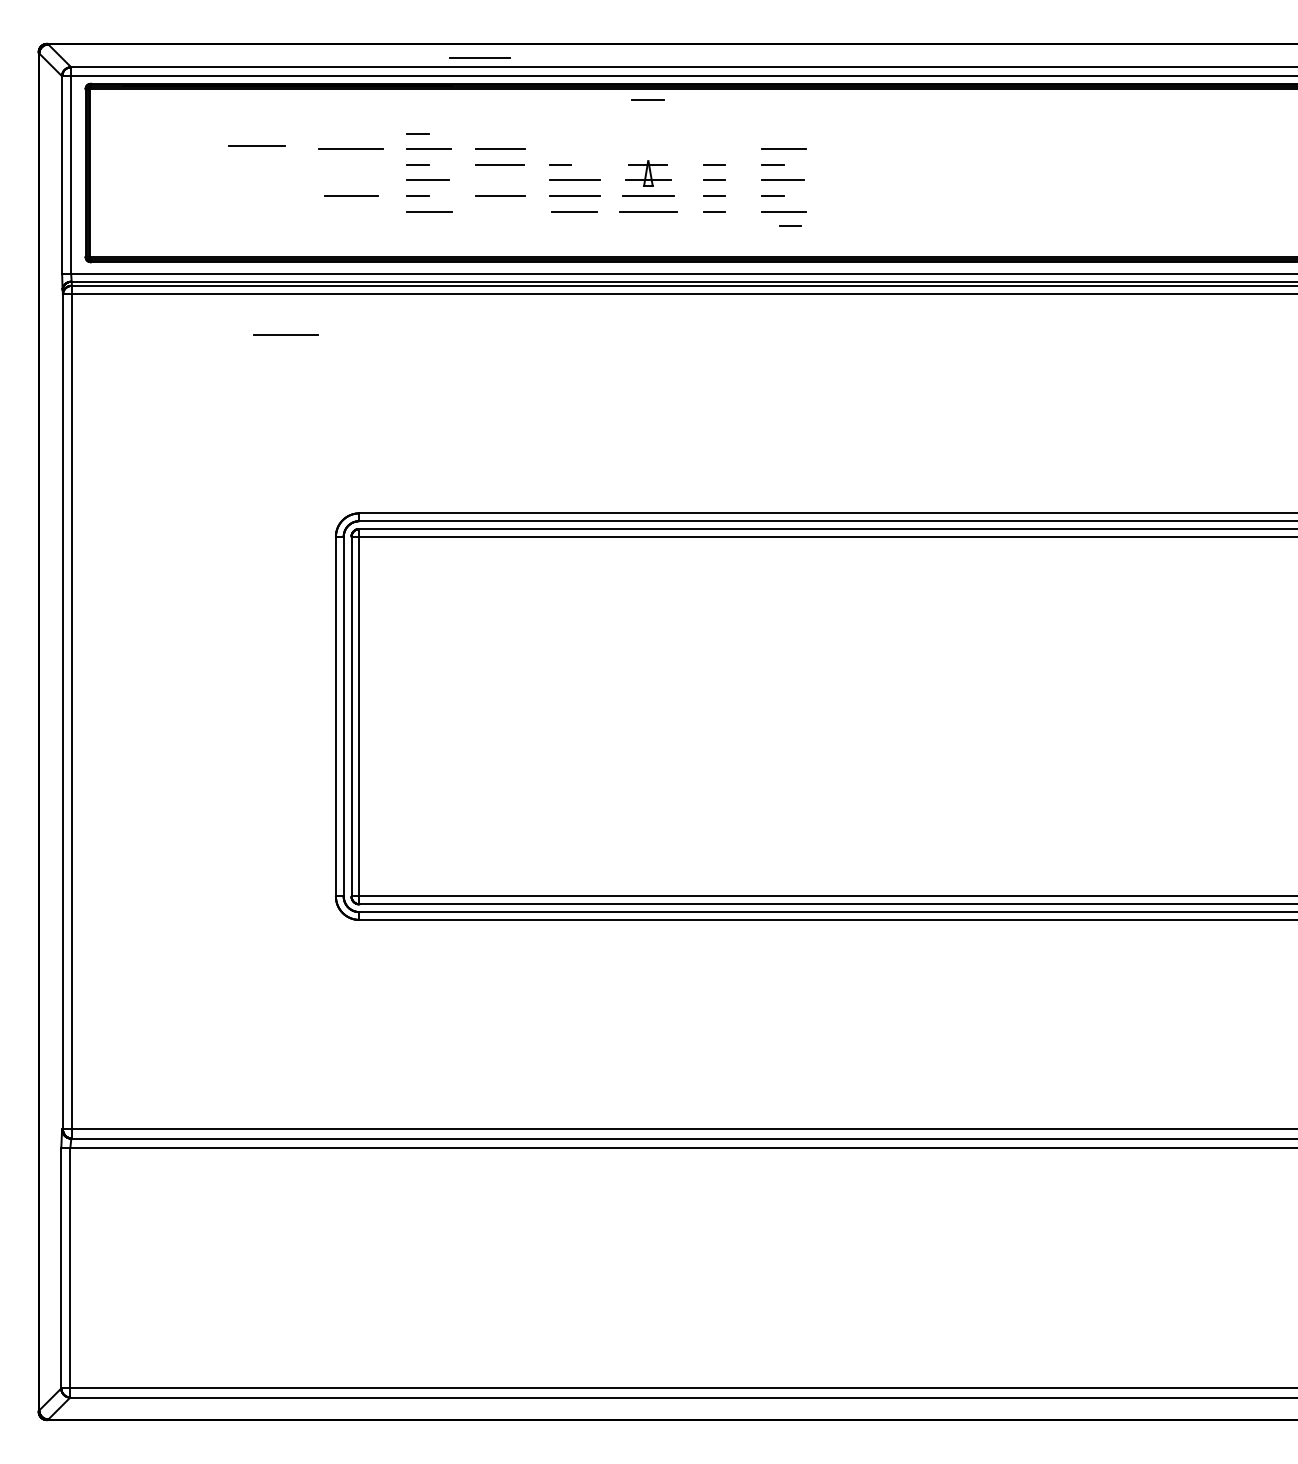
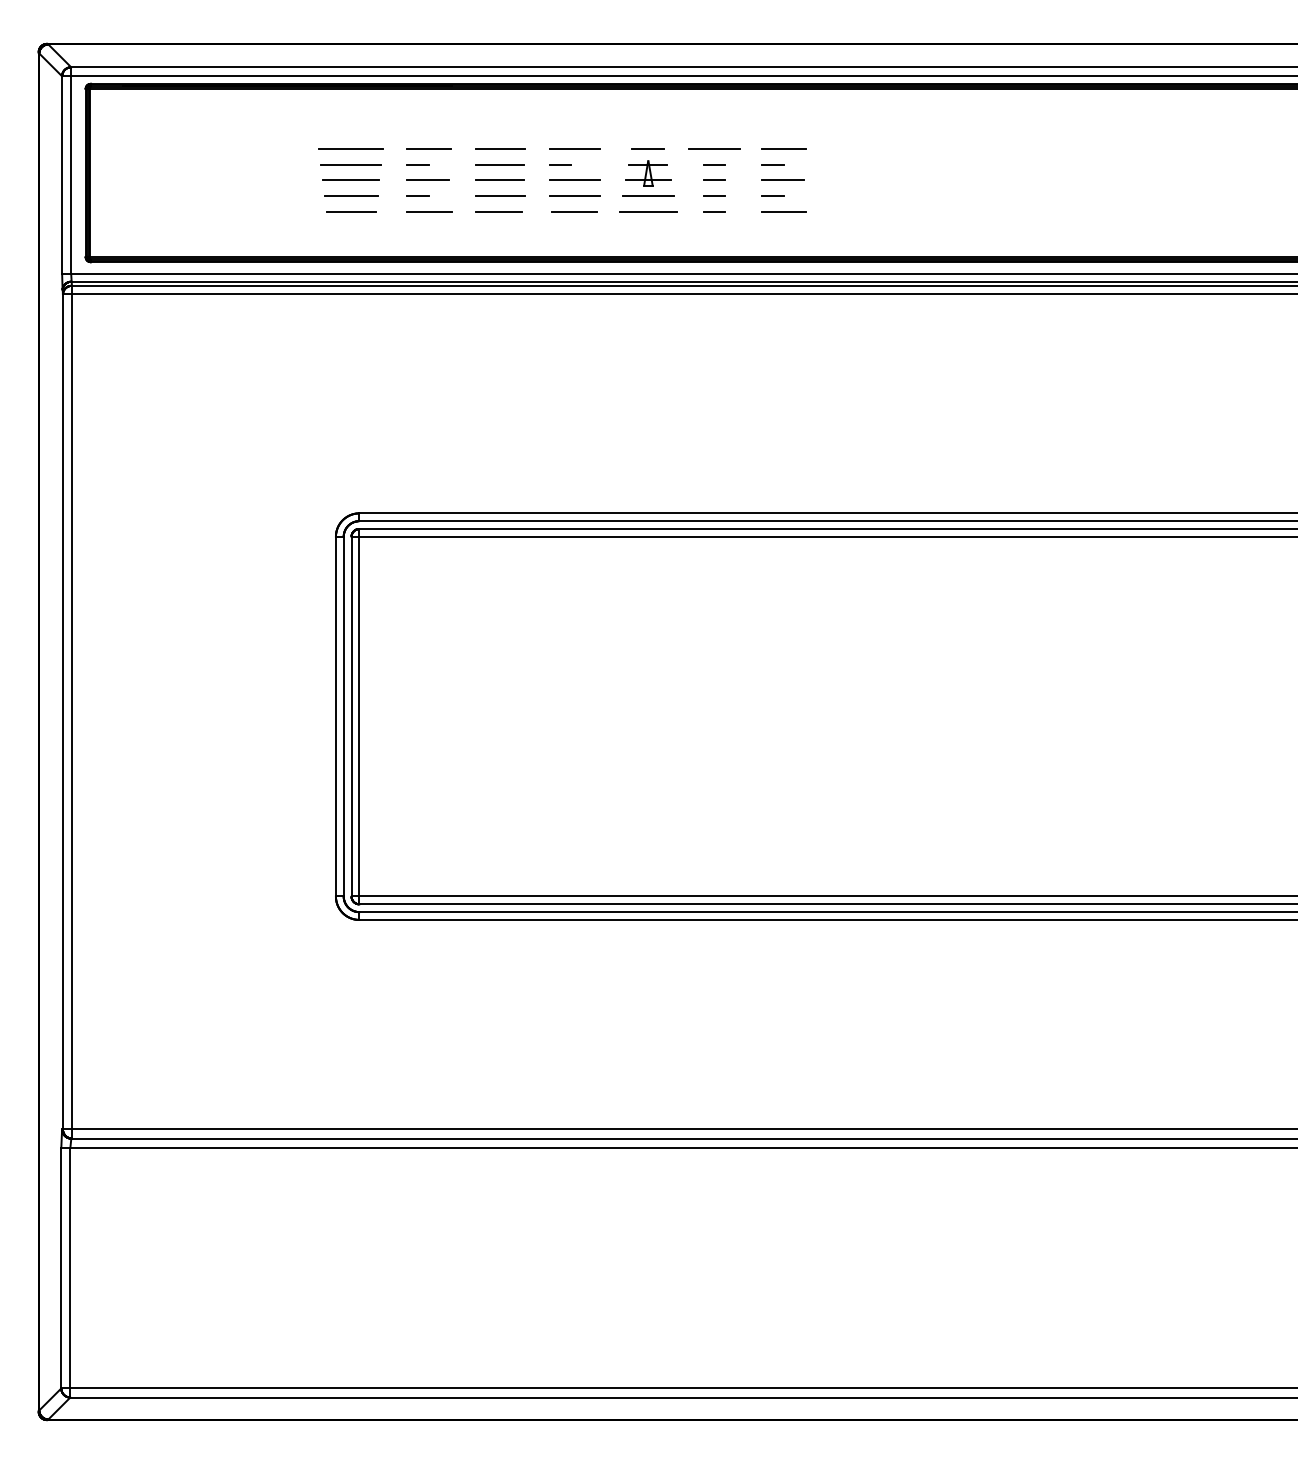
line at (479, 57) position: (479, 57) -> (350, 164)
line at (647, 99) position: (647, 99) -> (647, 148)
line at (417, 133): present -> none
line at (256, 145) position: (256, 145) -> (350, 179)
line at (574, 149): none -> present
line at (714, 149): none -> present
line at (499, 180): none -> present
line at (350, 211): none -> present
line at (498, 211): none -> present
line at (790, 225): present -> none
line at (285, 334): present -> none
